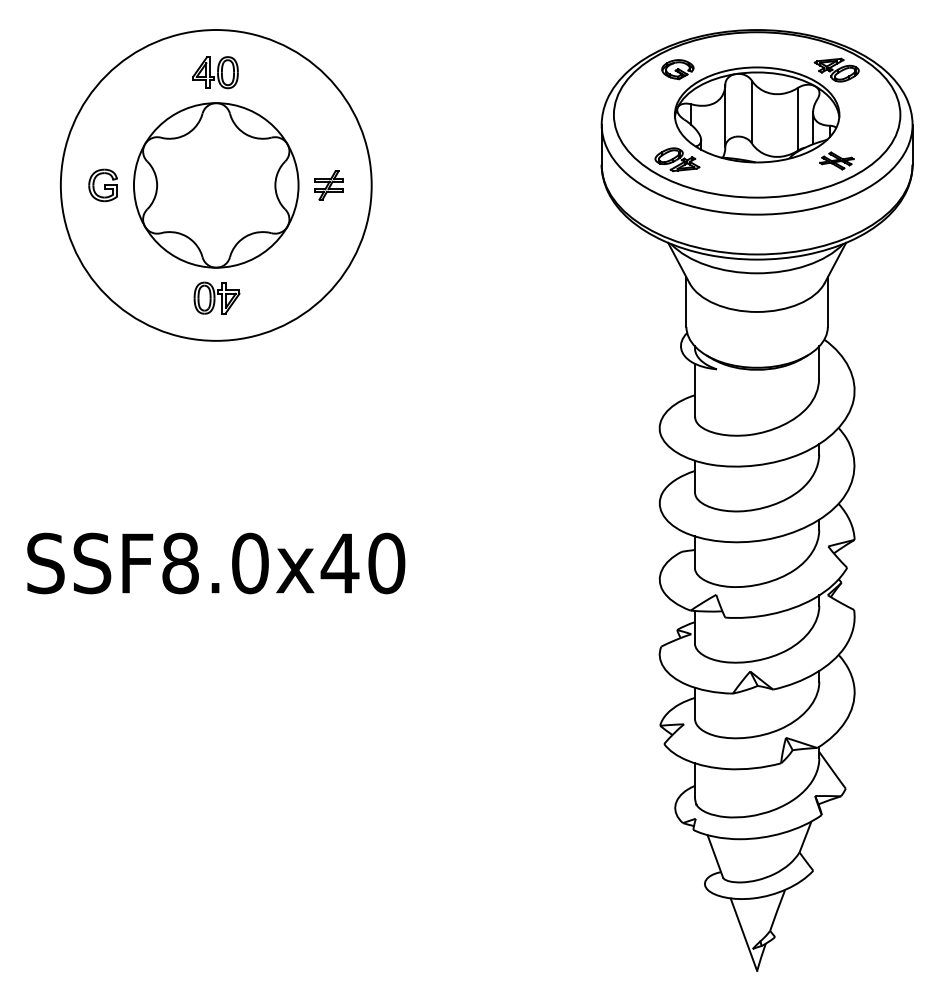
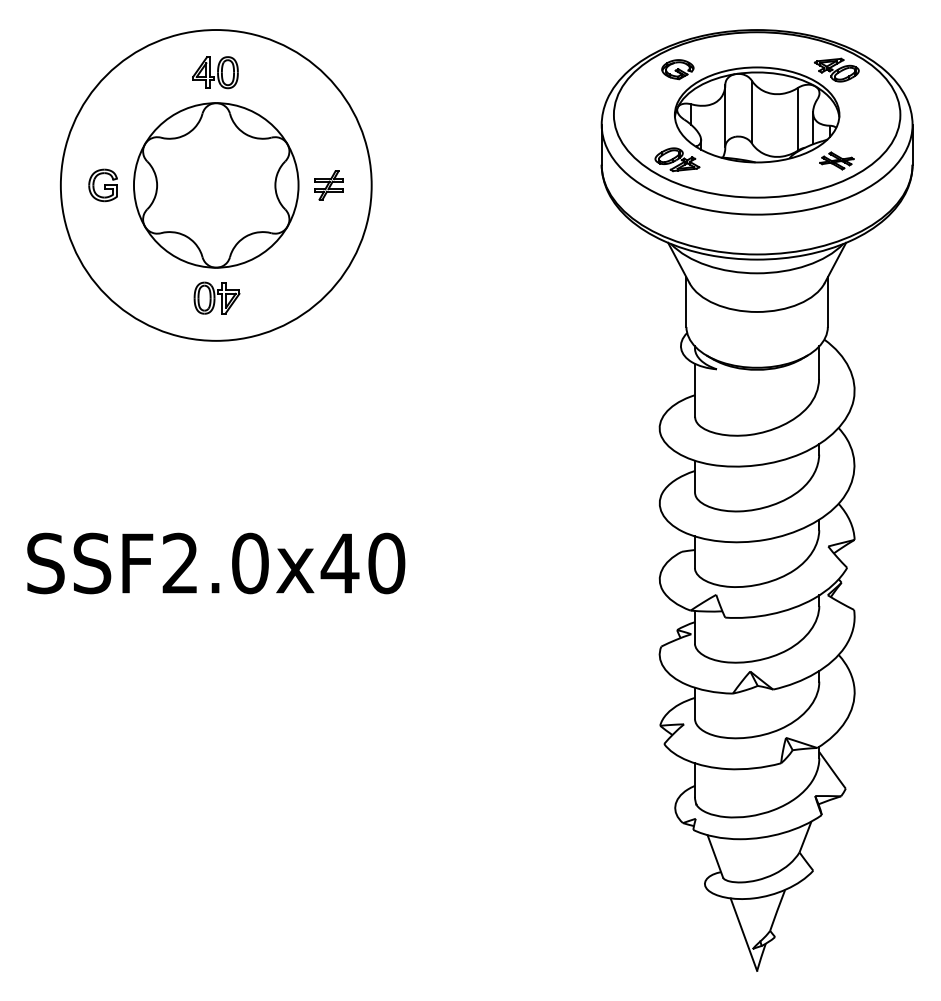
text at (180, 563): SSF8.0x40 -> SSF2.0x40
